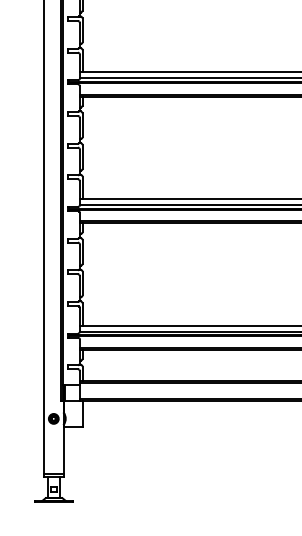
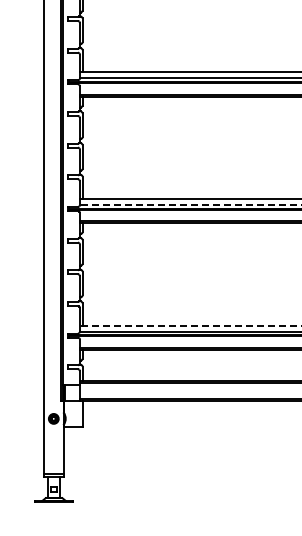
line at (190, 204): solid -> dashed
line at (190, 325): solid -> dashed
